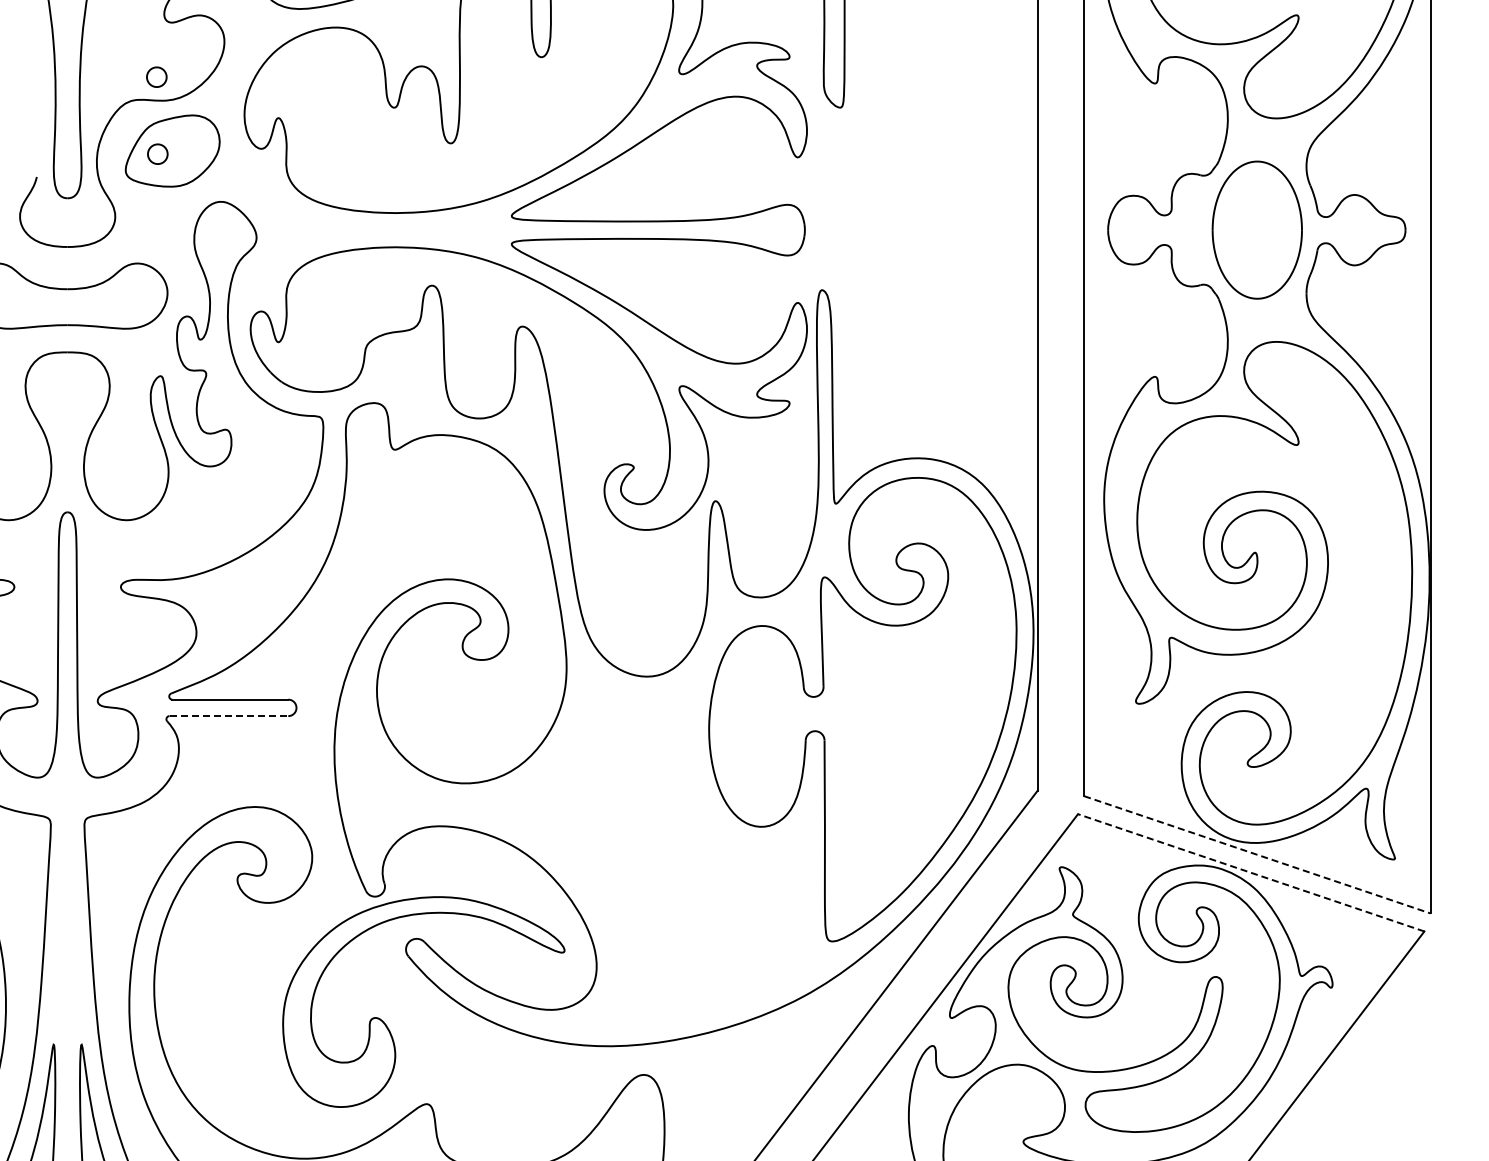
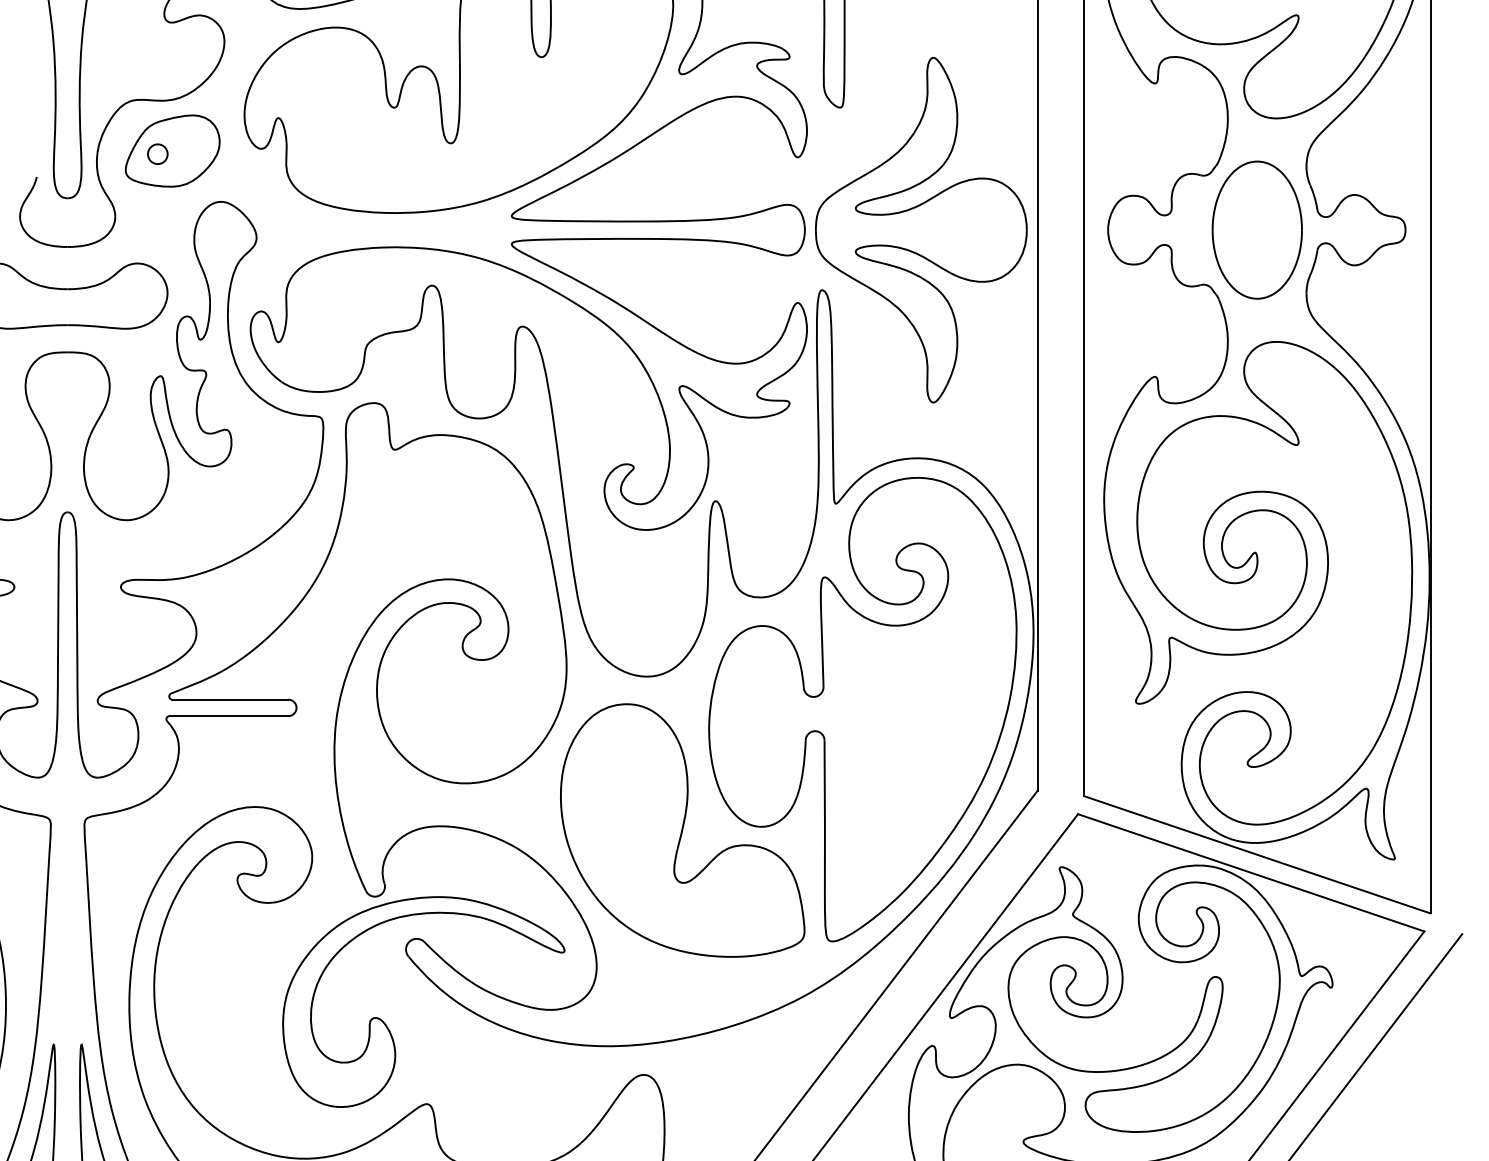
part at (156, 76): present -> none
part at (921, 230): none -> present
line at (229, 716): dashed -> solid
part at (682, 830): none -> present
line at (1257, 854): dashed -> solid
line at (1251, 872): dashed -> solid
line at (1376, 1045): none -> present
